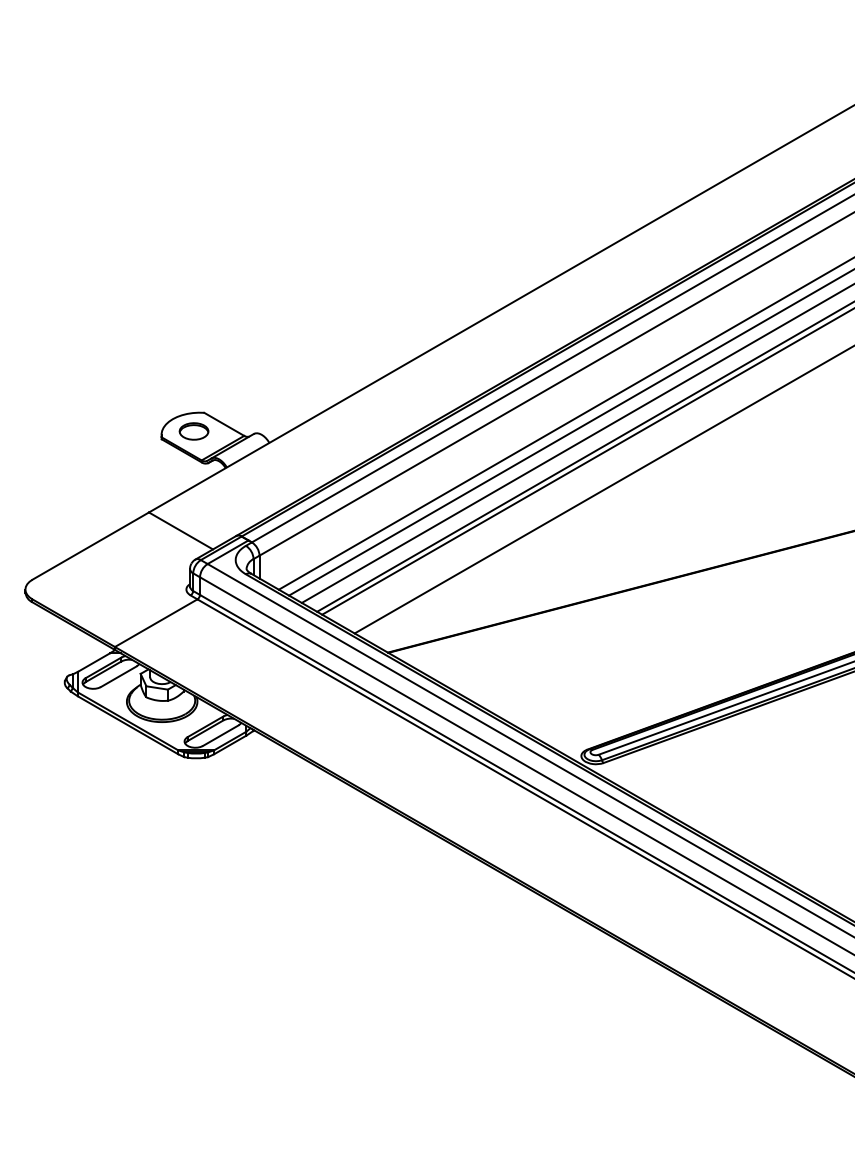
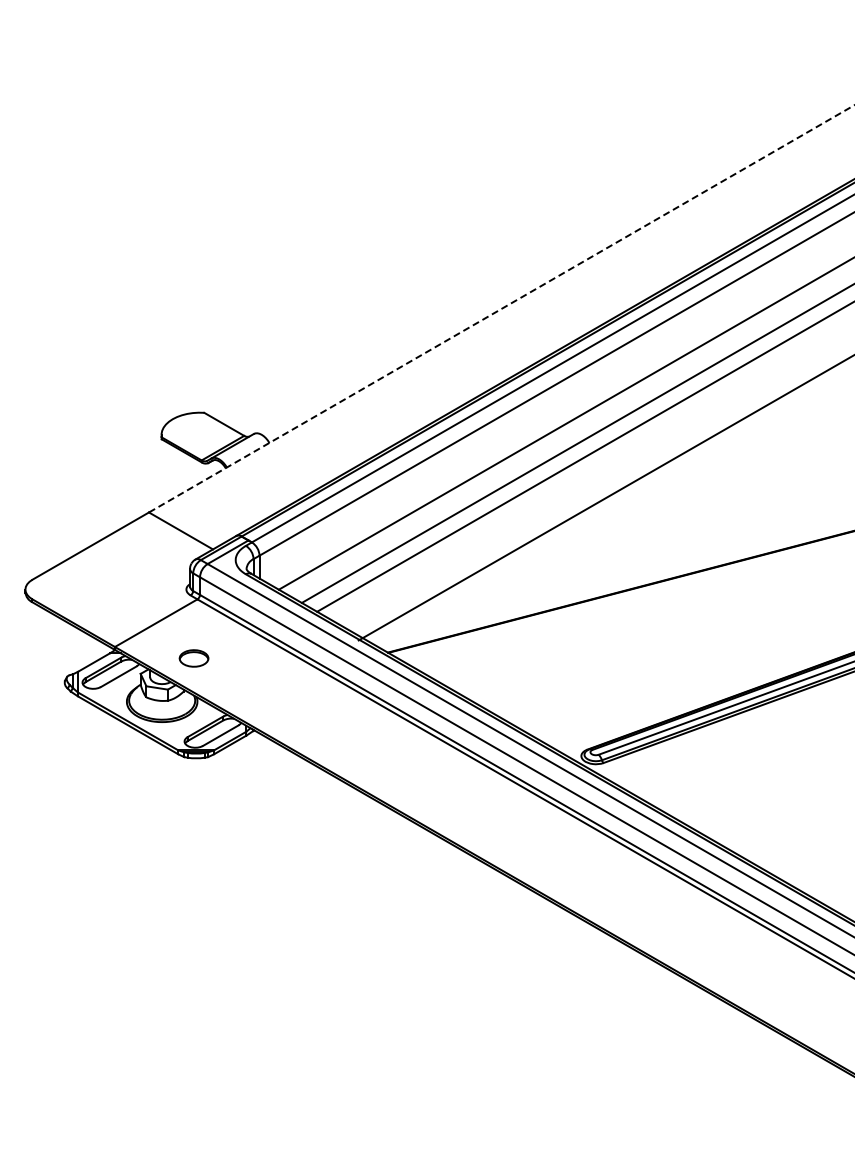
line at (502, 308): solid -> dashed
part at (193, 431) position: (193, 431) -> (193, 658)
line at (570, 433): present -> none
line at (586, 461): present -> none
line at (602, 490) position: (602, 490) -> (604, 498)
